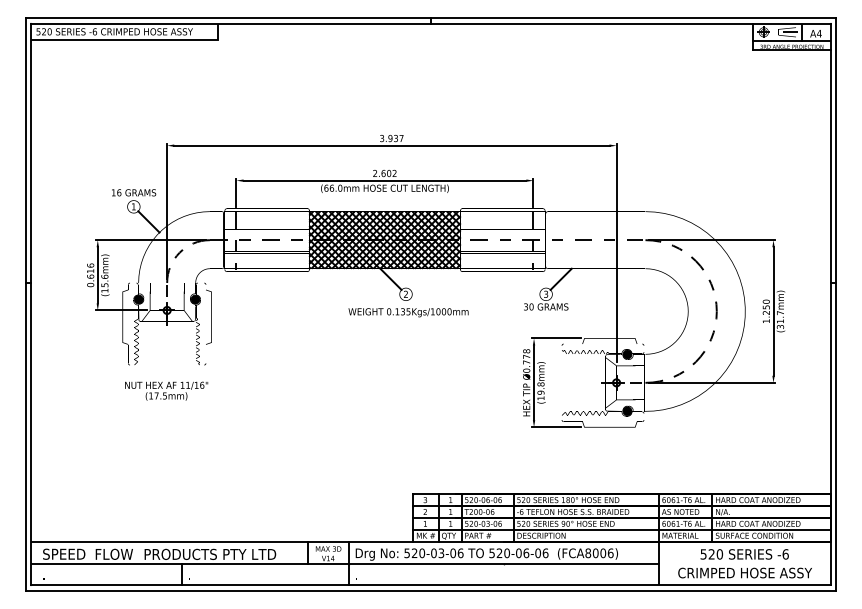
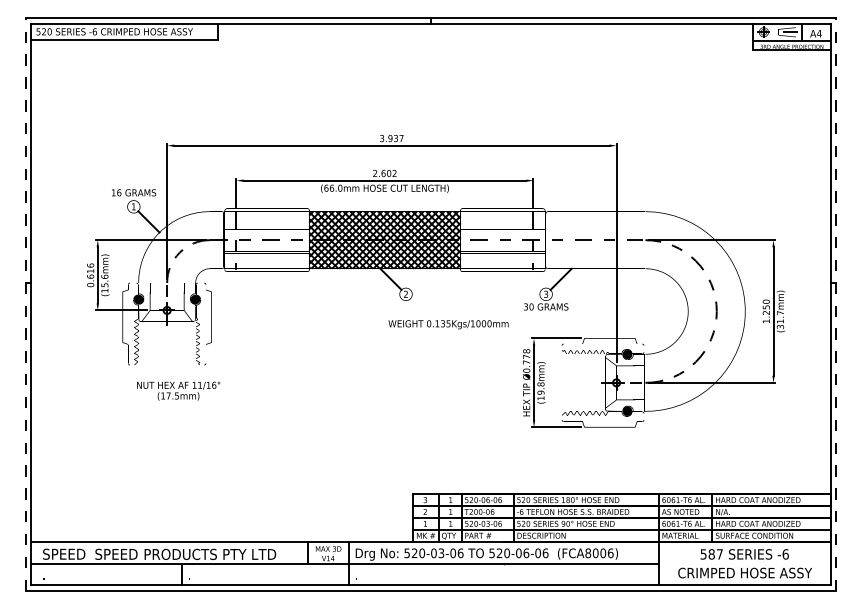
line at (25, 303): solid -> dashed
line at (836, 303): solid -> dashed
text at (408, 312) position: (408, 312) -> (448, 324)
text at (166, 390) position: (166, 390) -> (178, 390)
text at (116, 553): FLOW -> SPEED
text at (715, 554): 520 -> 587
